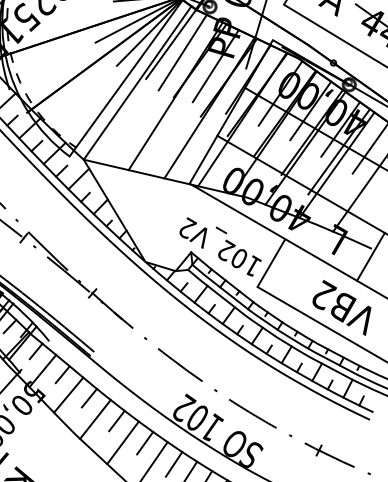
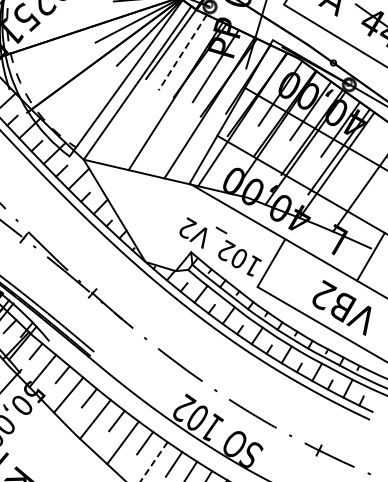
line at (182, 52): solid -> dashed
line at (368, 150): present -> none
line at (154, 461): solid -> dashed
